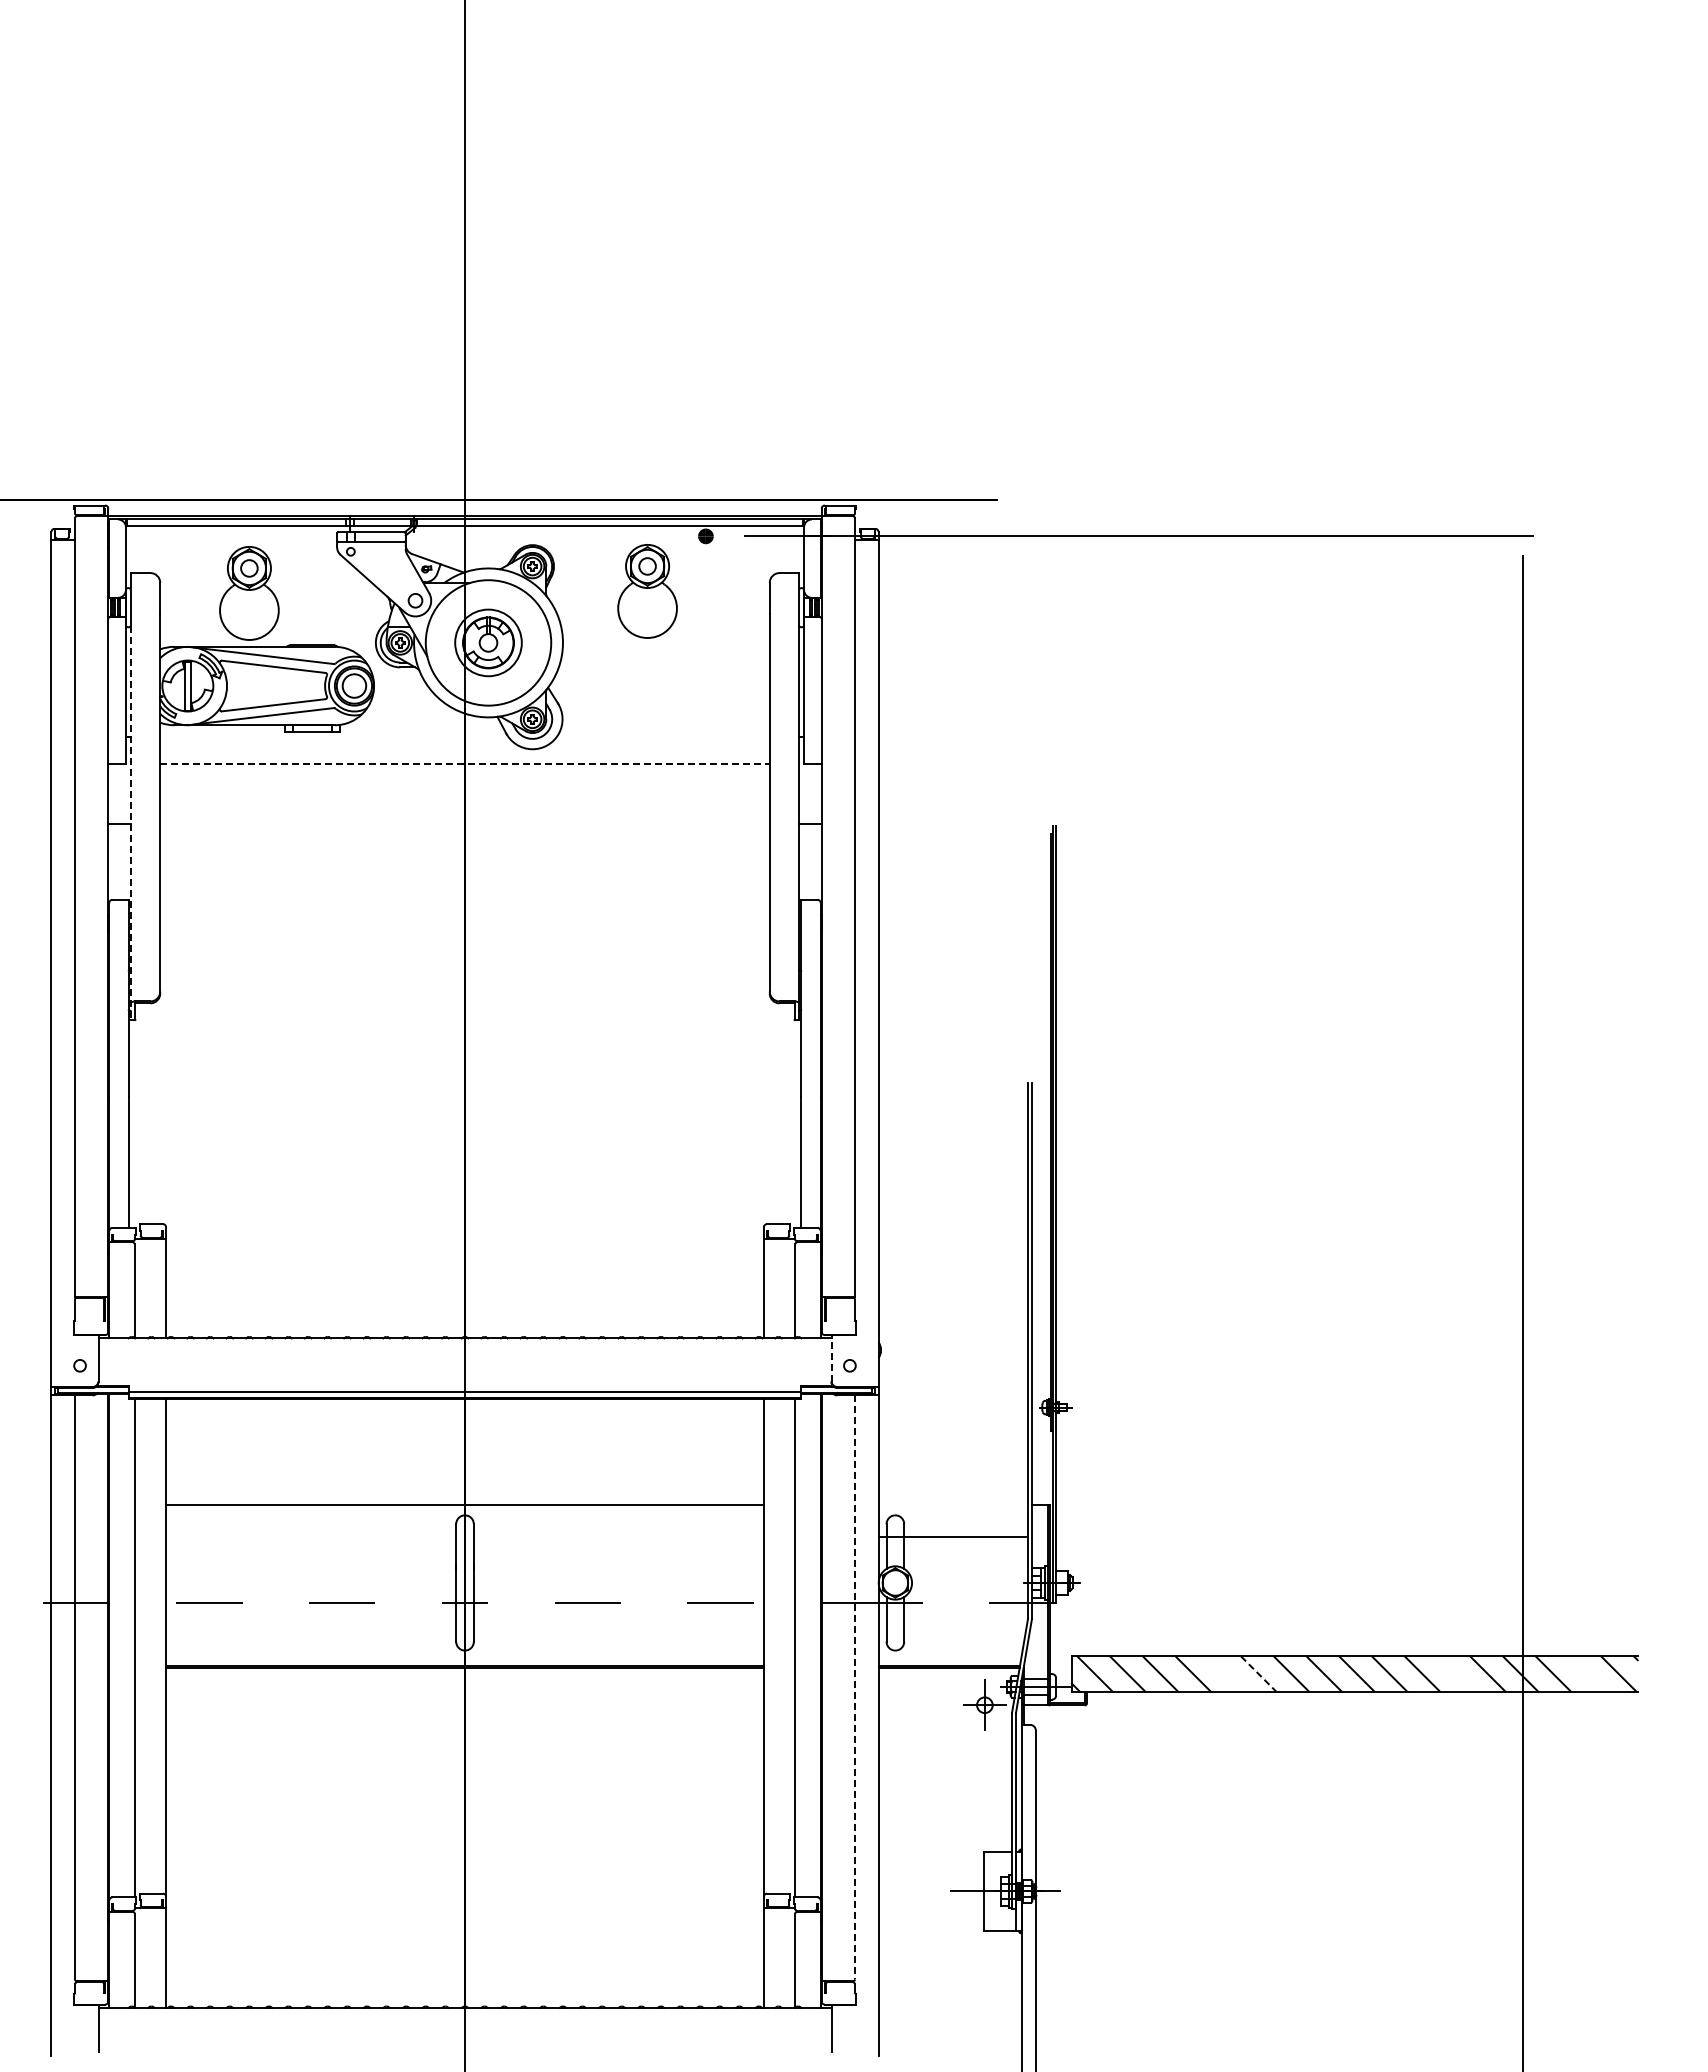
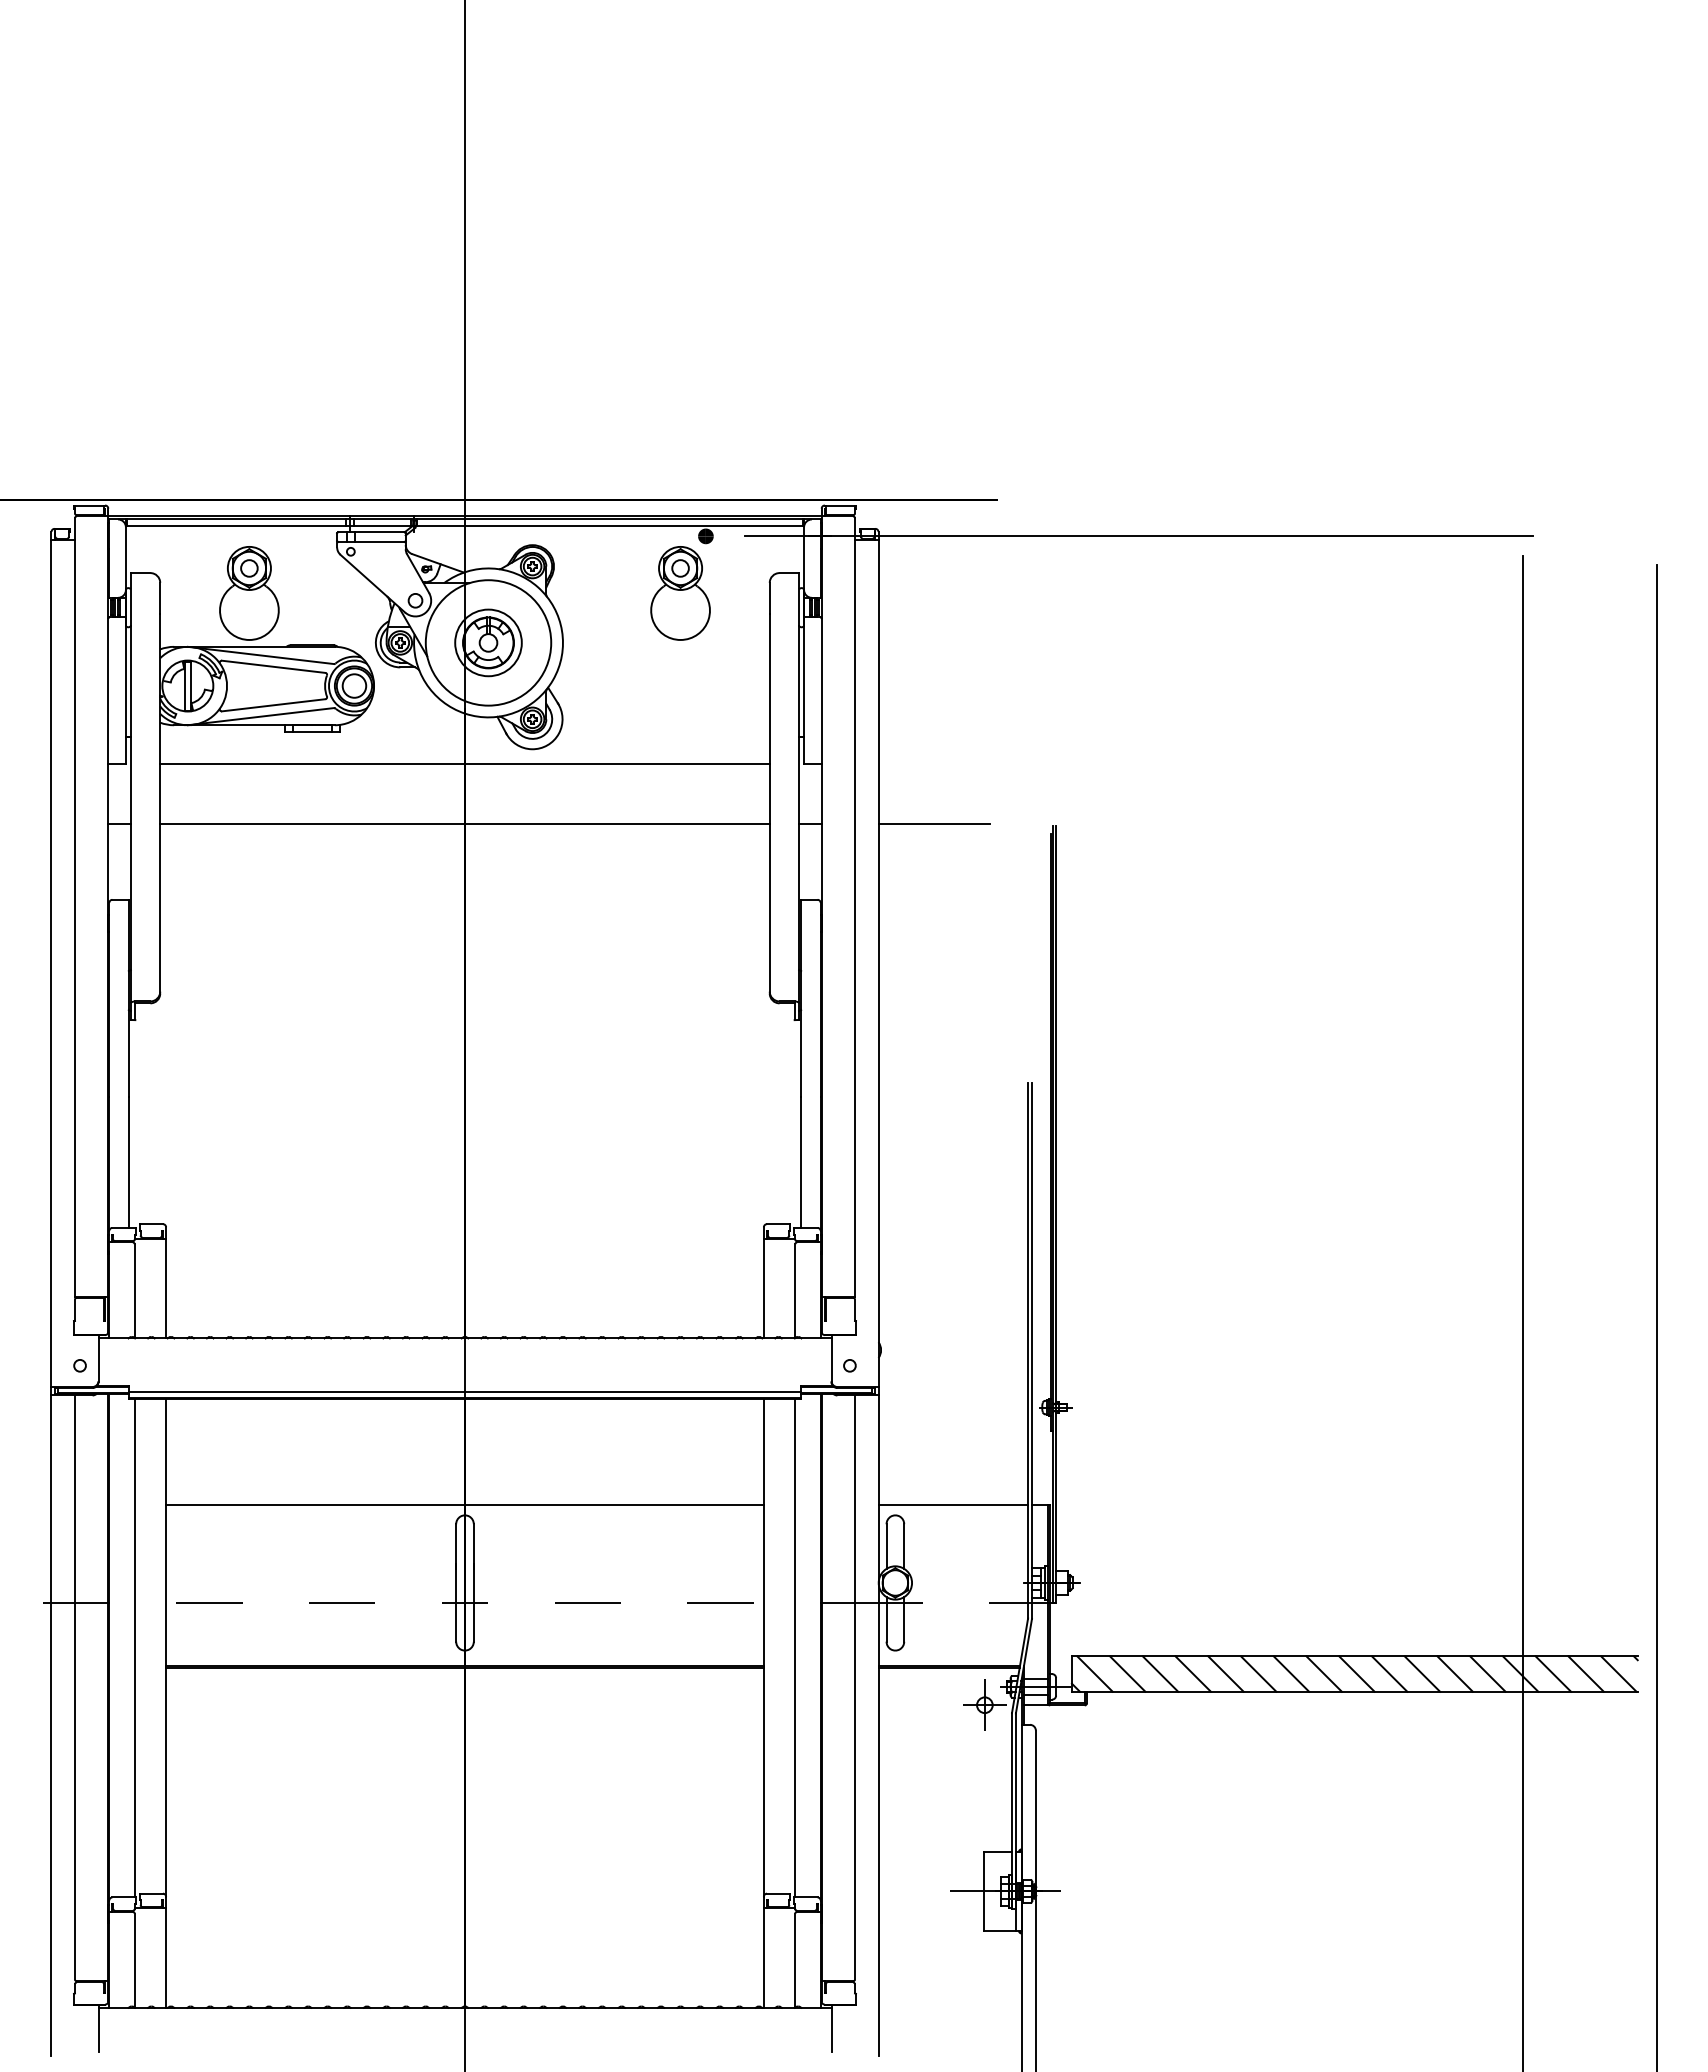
part at (647, 591) position: (647, 591) -> (680, 593)
line at (465, 764): dashed -> solid
line at (130, 823): dashed -> solid
line at (464, 823): none -> present
line at (933, 823): none -> present
line at (1656, 1316): none -> present
line at (831, 1358): dashed -> solid
line at (953, 1536) position: (953, 1536) -> (953, 1504)
line at (1225, 1673): none -> present
line at (1454, 1673): none -> present
line at (1585, 1673): none -> present
line at (1258, 1674): dashed -> solid
line at (855, 1687): dashed -> solid
